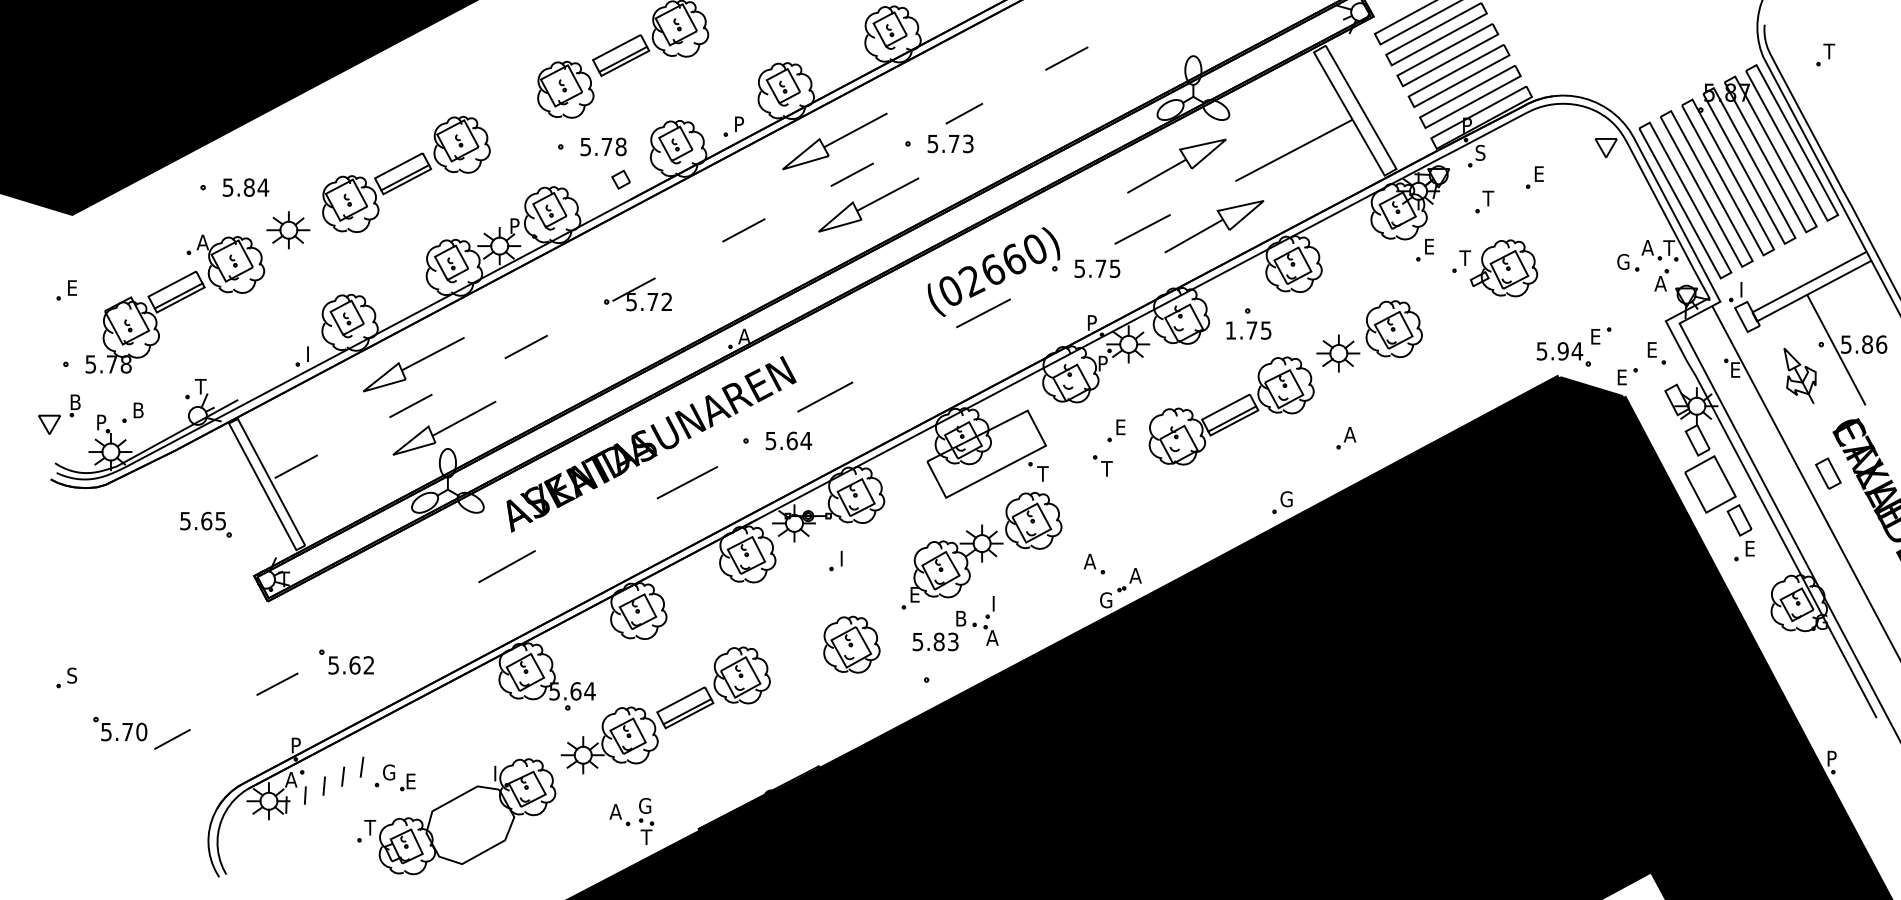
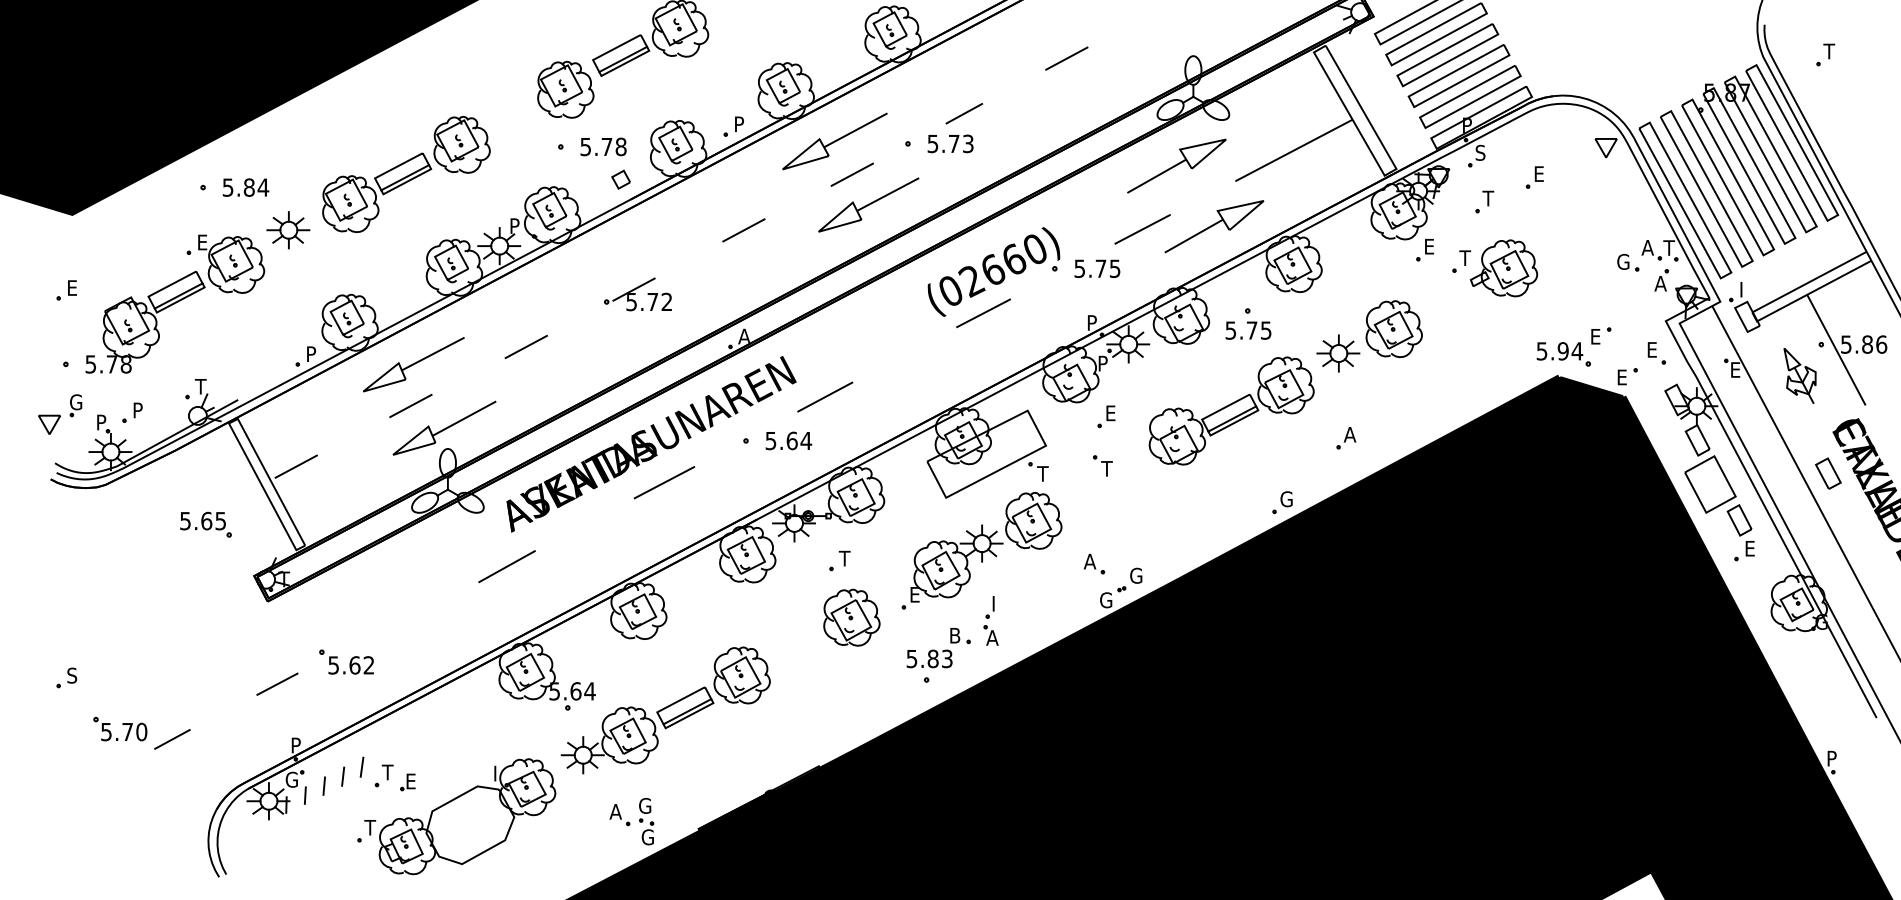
text at (202, 242): A -> E
text at (1230, 330): 1.75 -> 5.75
text at (312, 350): I -> P
text at (76, 402): B -> G
text at (139, 410): B -> P
part at (1116, 430) position: (1116, 430) -> (1106, 416)
line at (687, 482) position: (687, 482) -> (664, 482)
text at (844, 558): I -> T
text at (1135, 575): A -> G
part at (944, 631) position: (944, 631) -> (938, 648)
part at (851, 644) position: (851, 644) -> (851, 617)
text at (388, 772): G -> T
text at (291, 779): A -> G
text at (646, 837): T -> G
